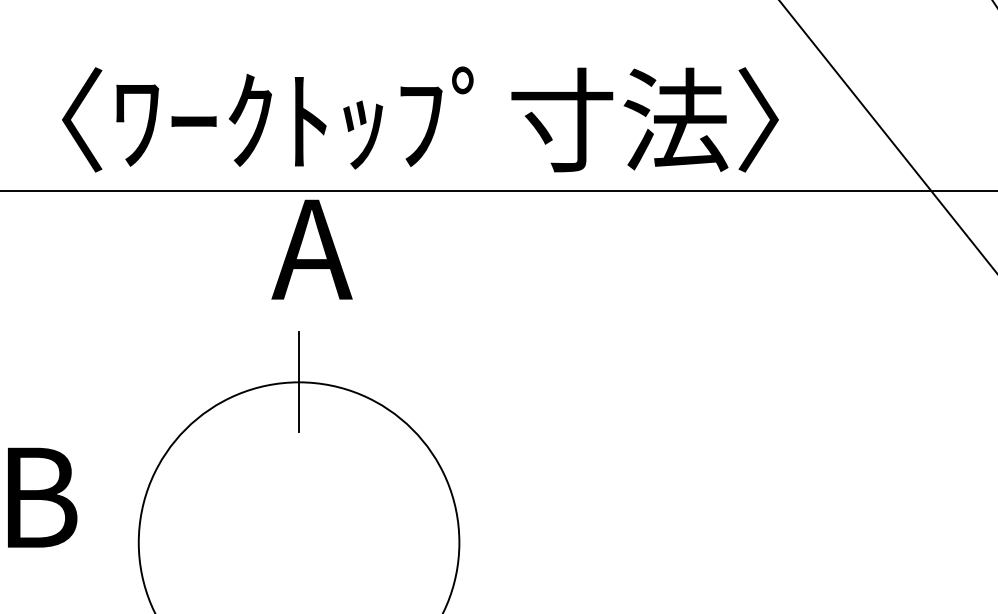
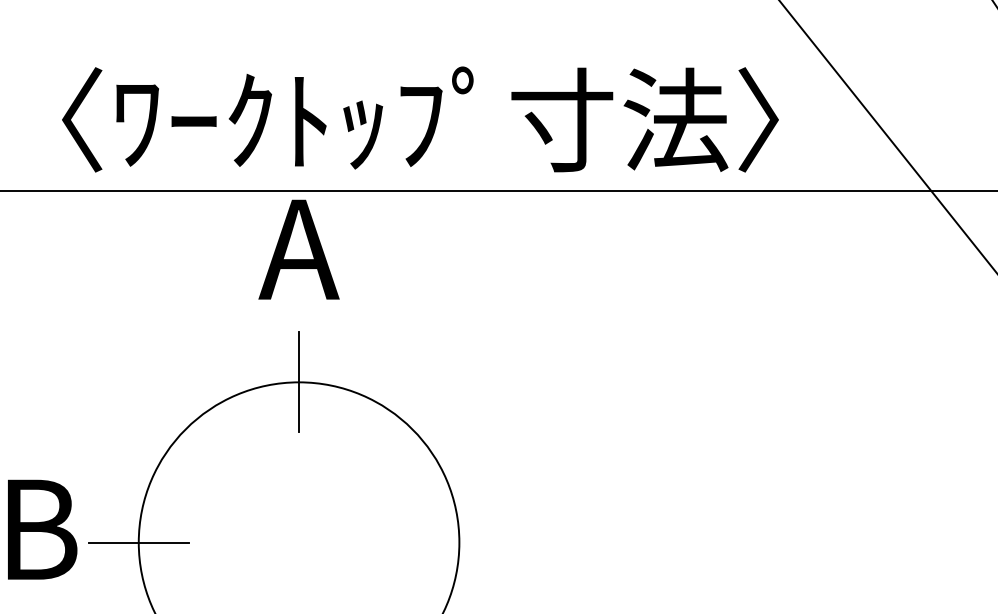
text at (311, 249) position: (311, 249) -> (298, 249)
text at (42, 497) position: (42, 497) -> (42, 529)
line at (138, 542): none -> present
